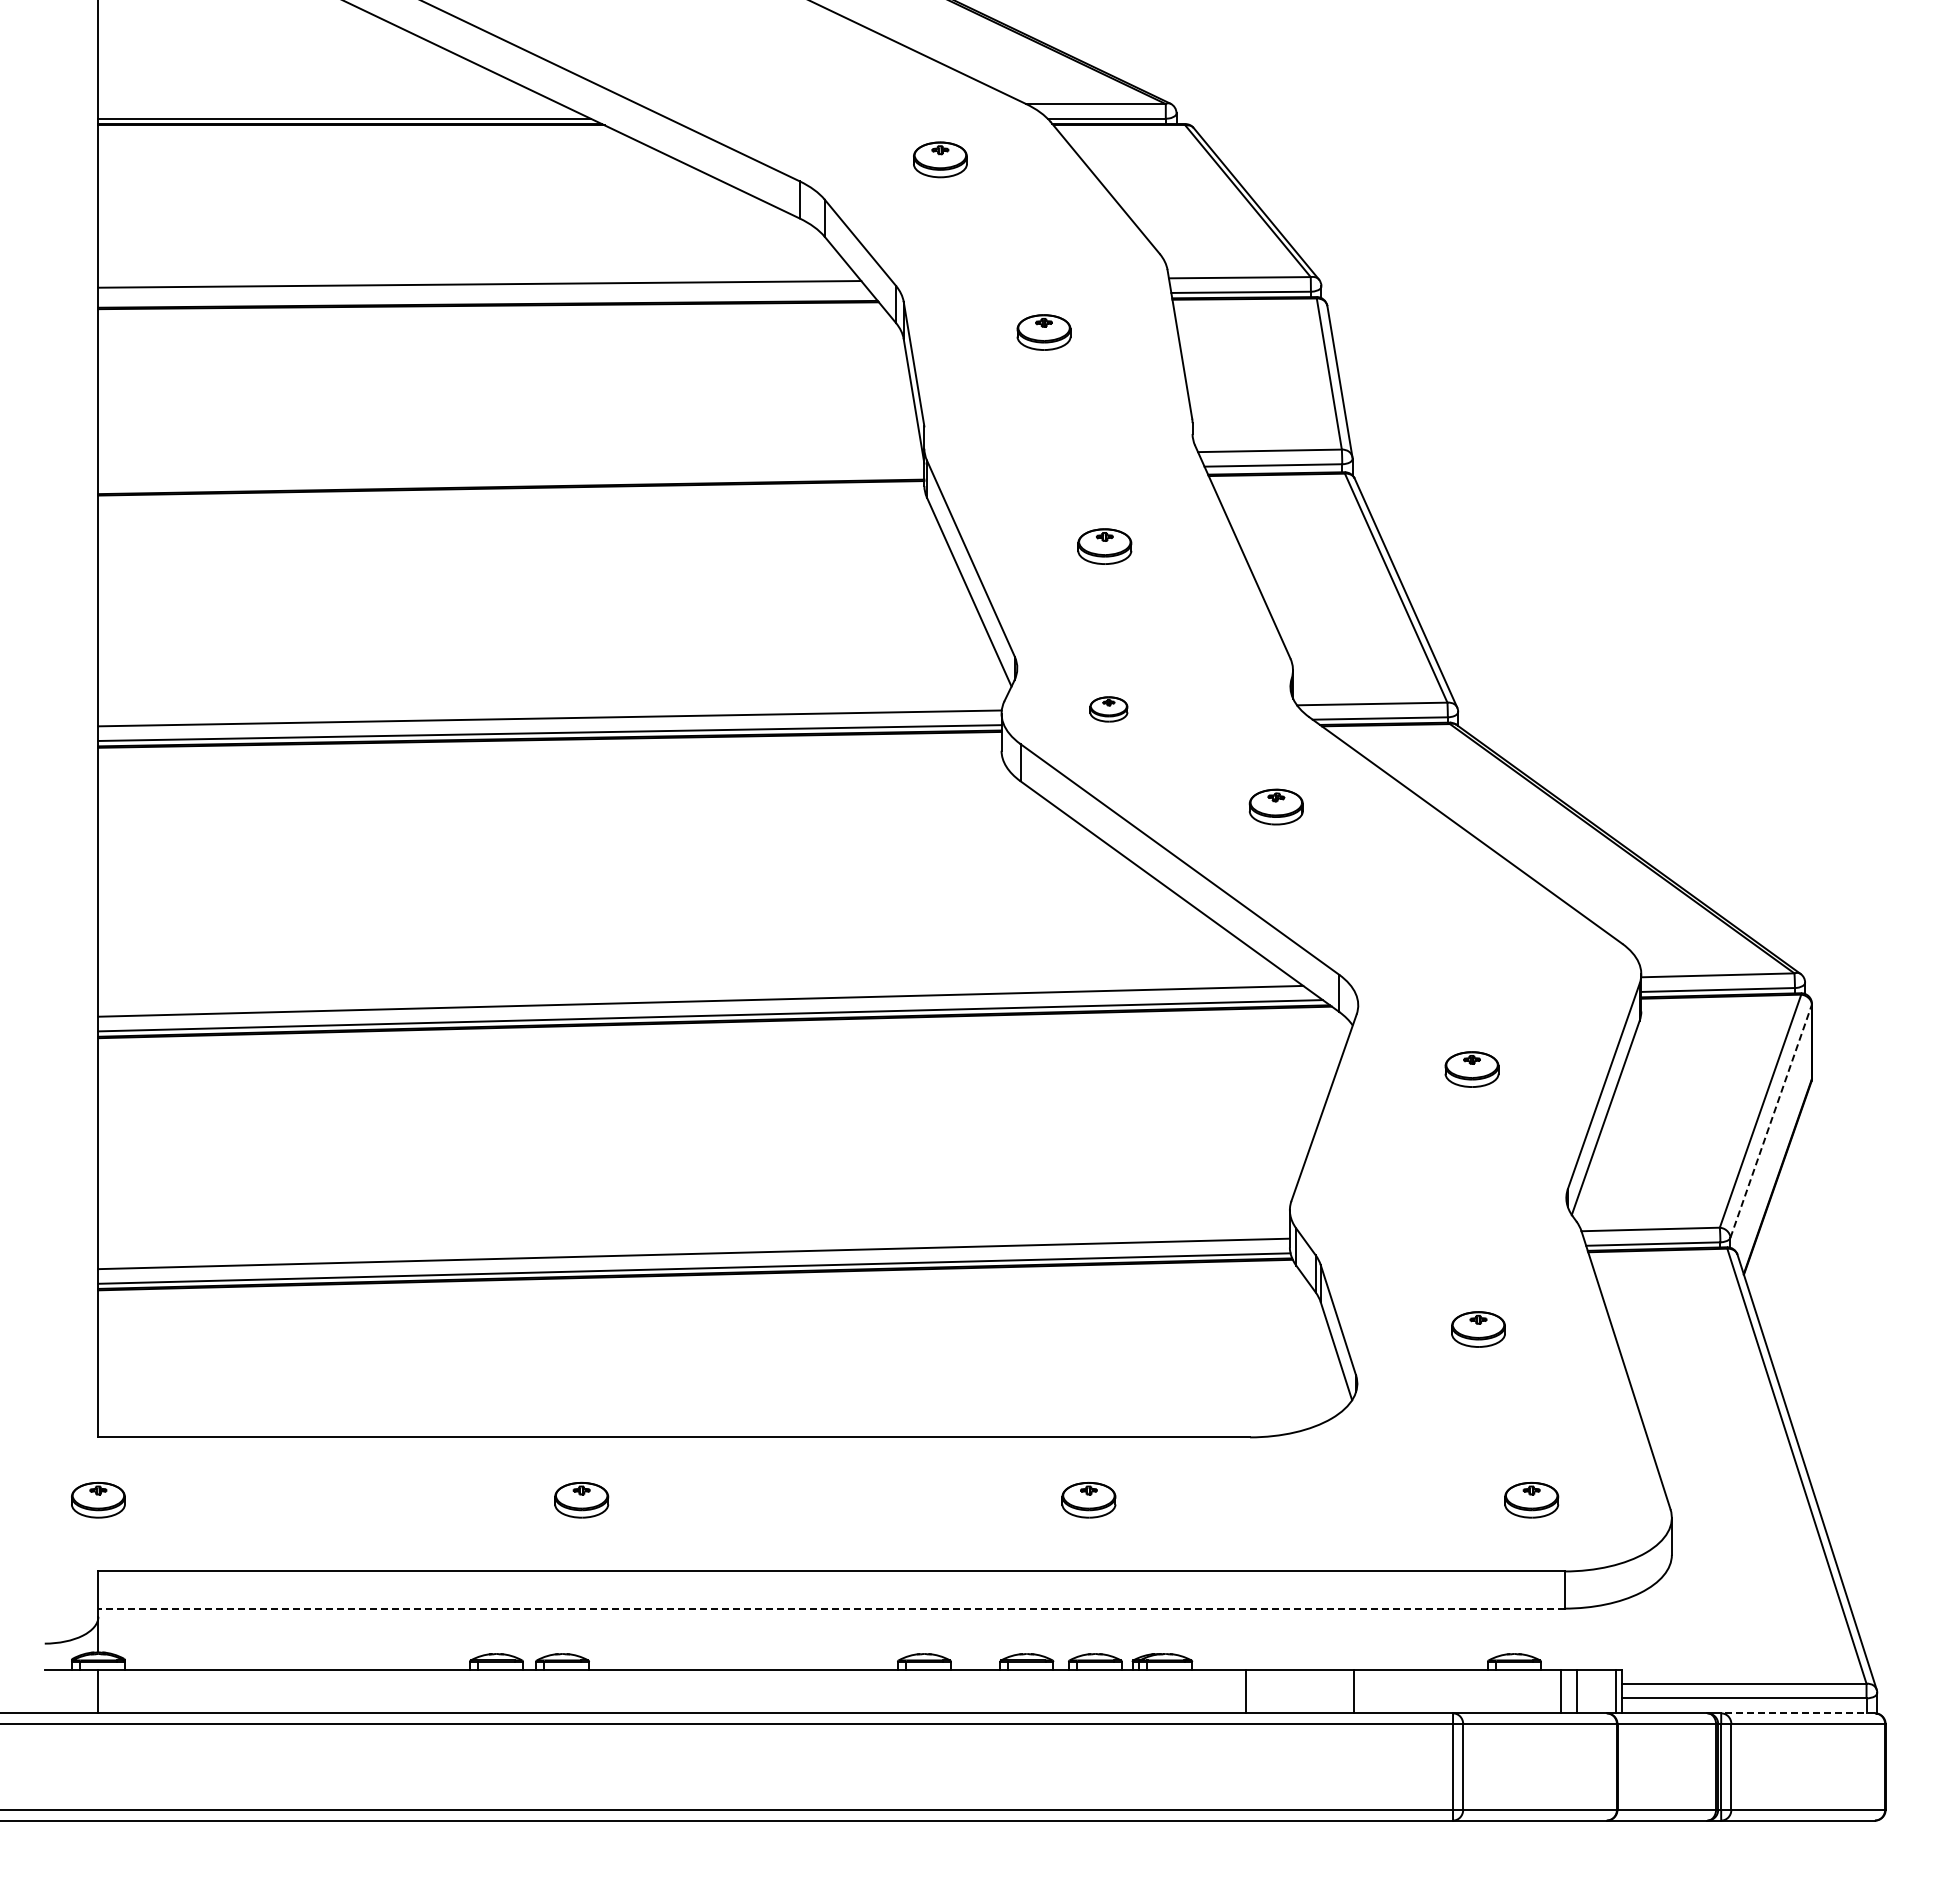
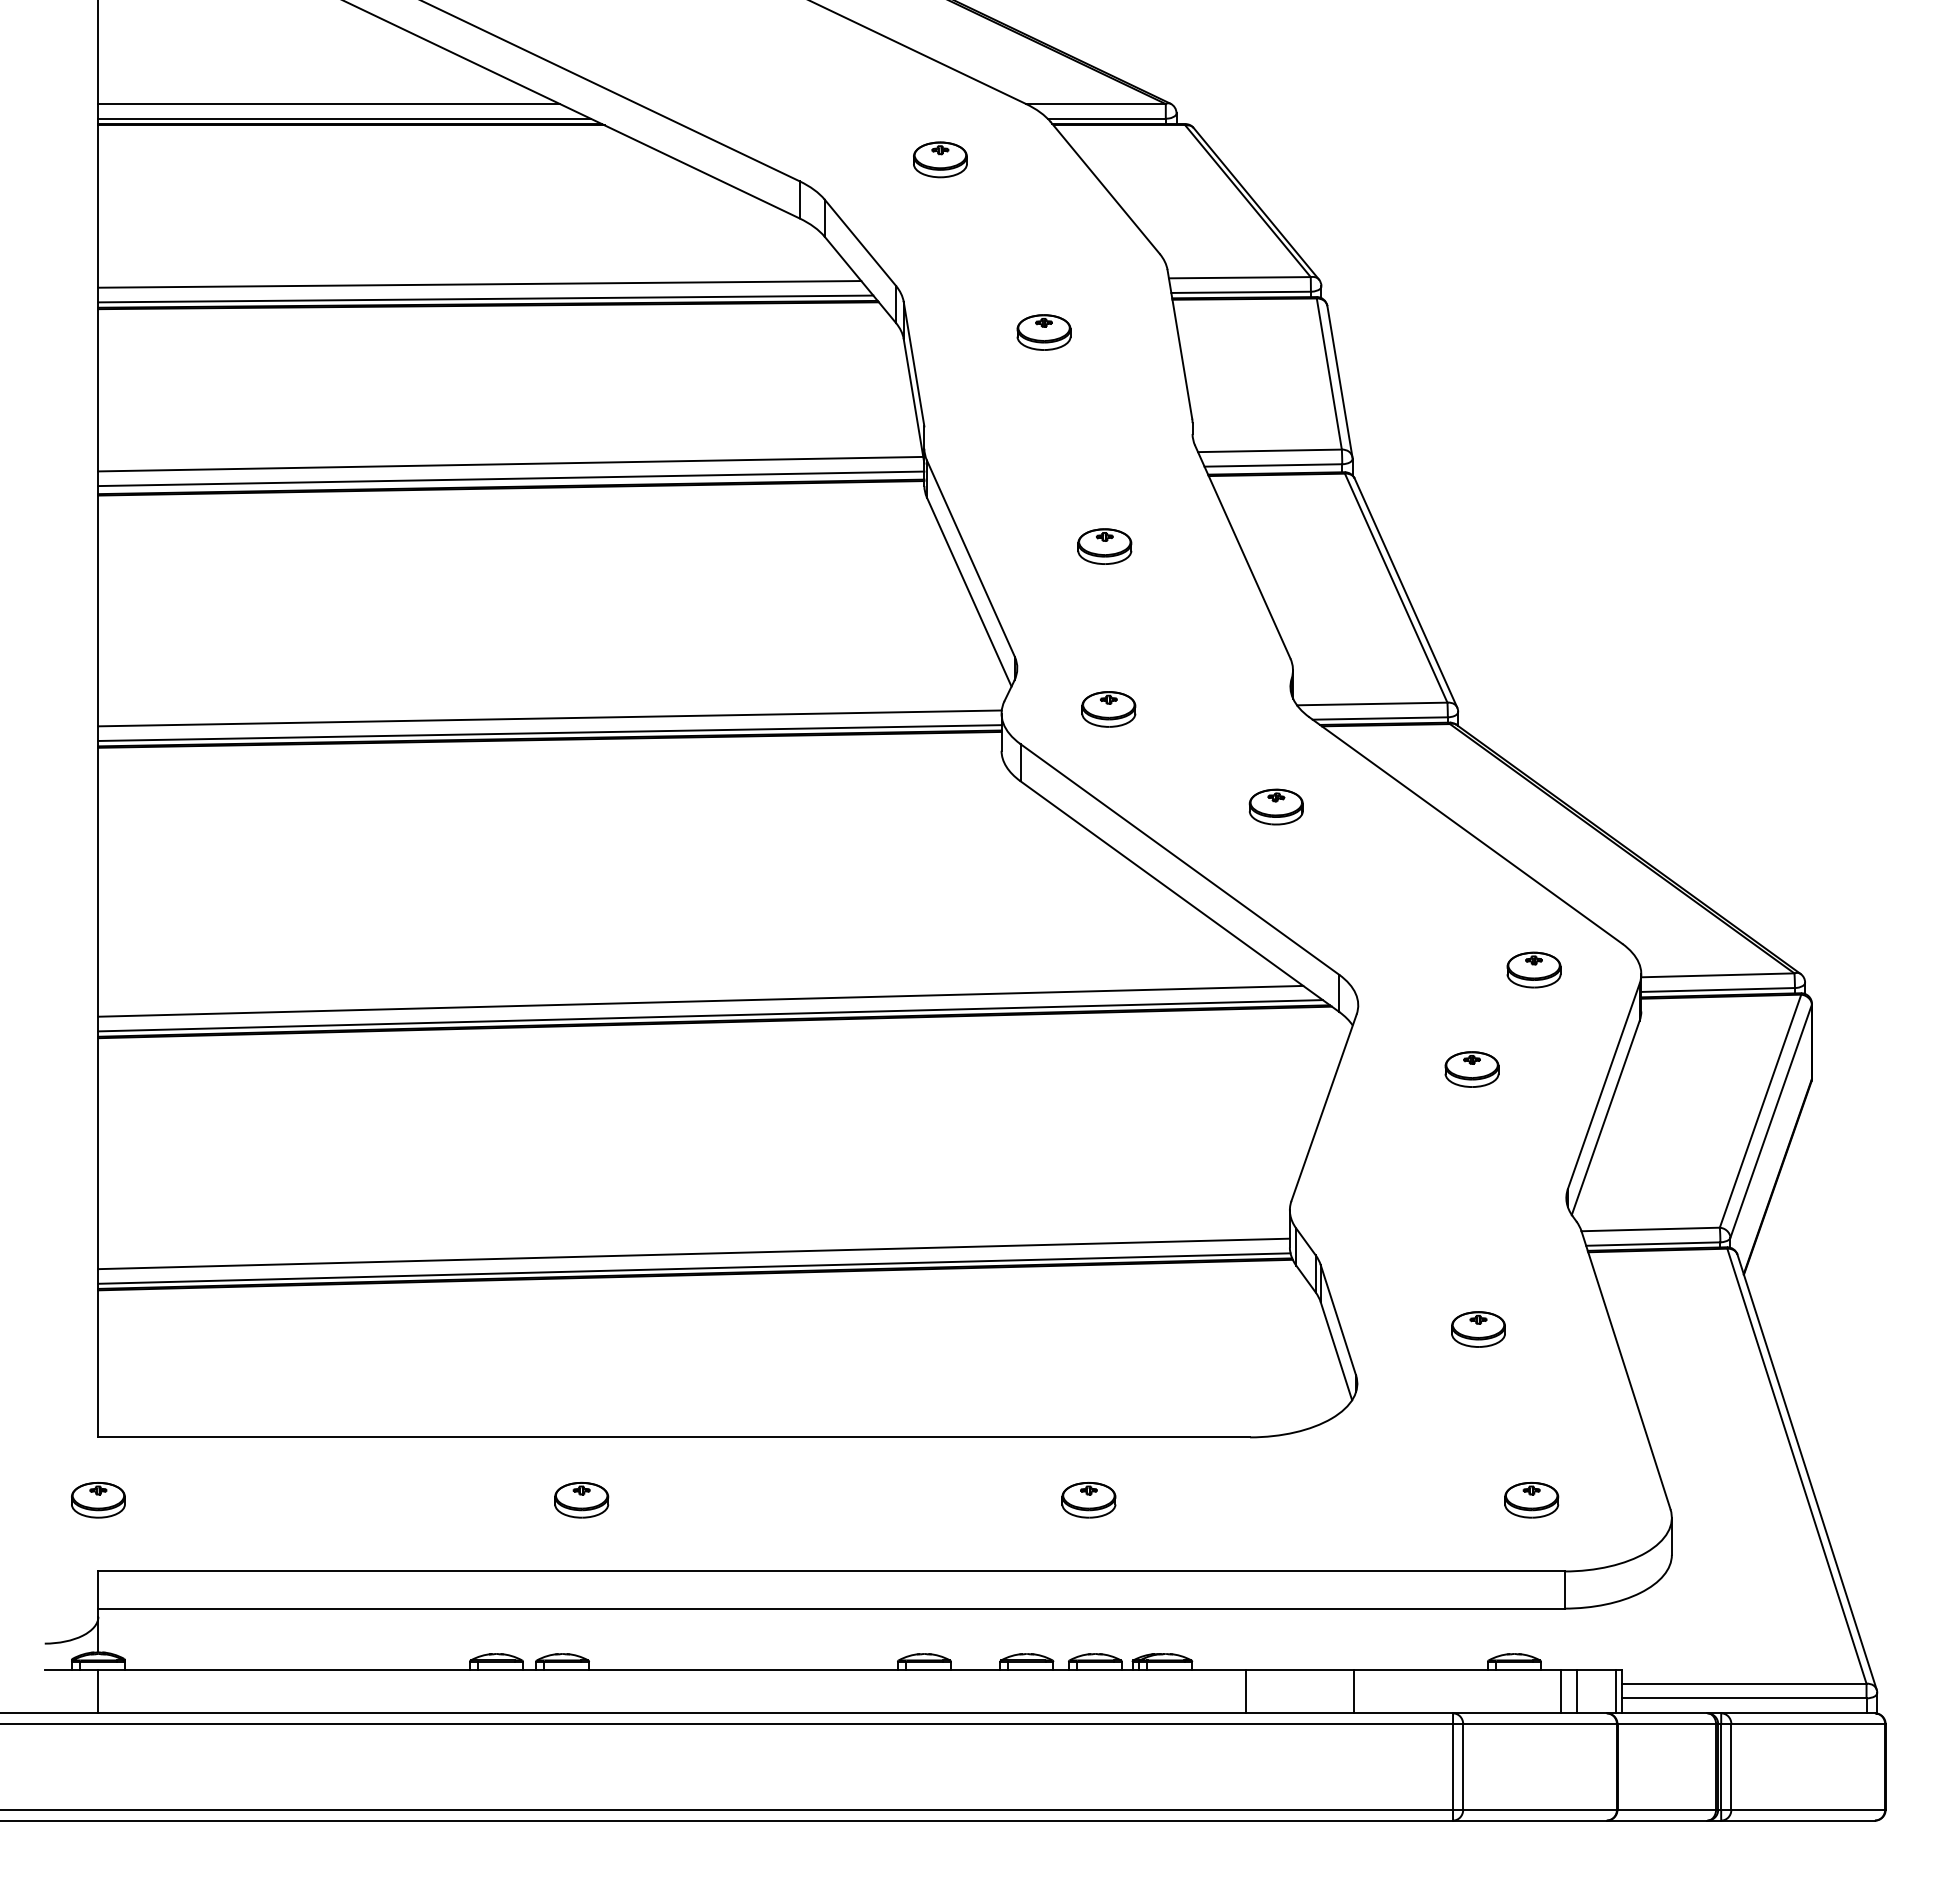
line at (328, 104): none -> present
line at (485, 298): none -> present
line at (510, 463): none -> present
line at (511, 478): none -> present
part at (1108, 709) size: 40x27 px -> 56x37 px
part at (1533, 969): none -> present
line at (1771, 1120): dashed -> solid
line at (831, 1608): dashed -> solid
line at (1798, 1713): dashed -> solid
